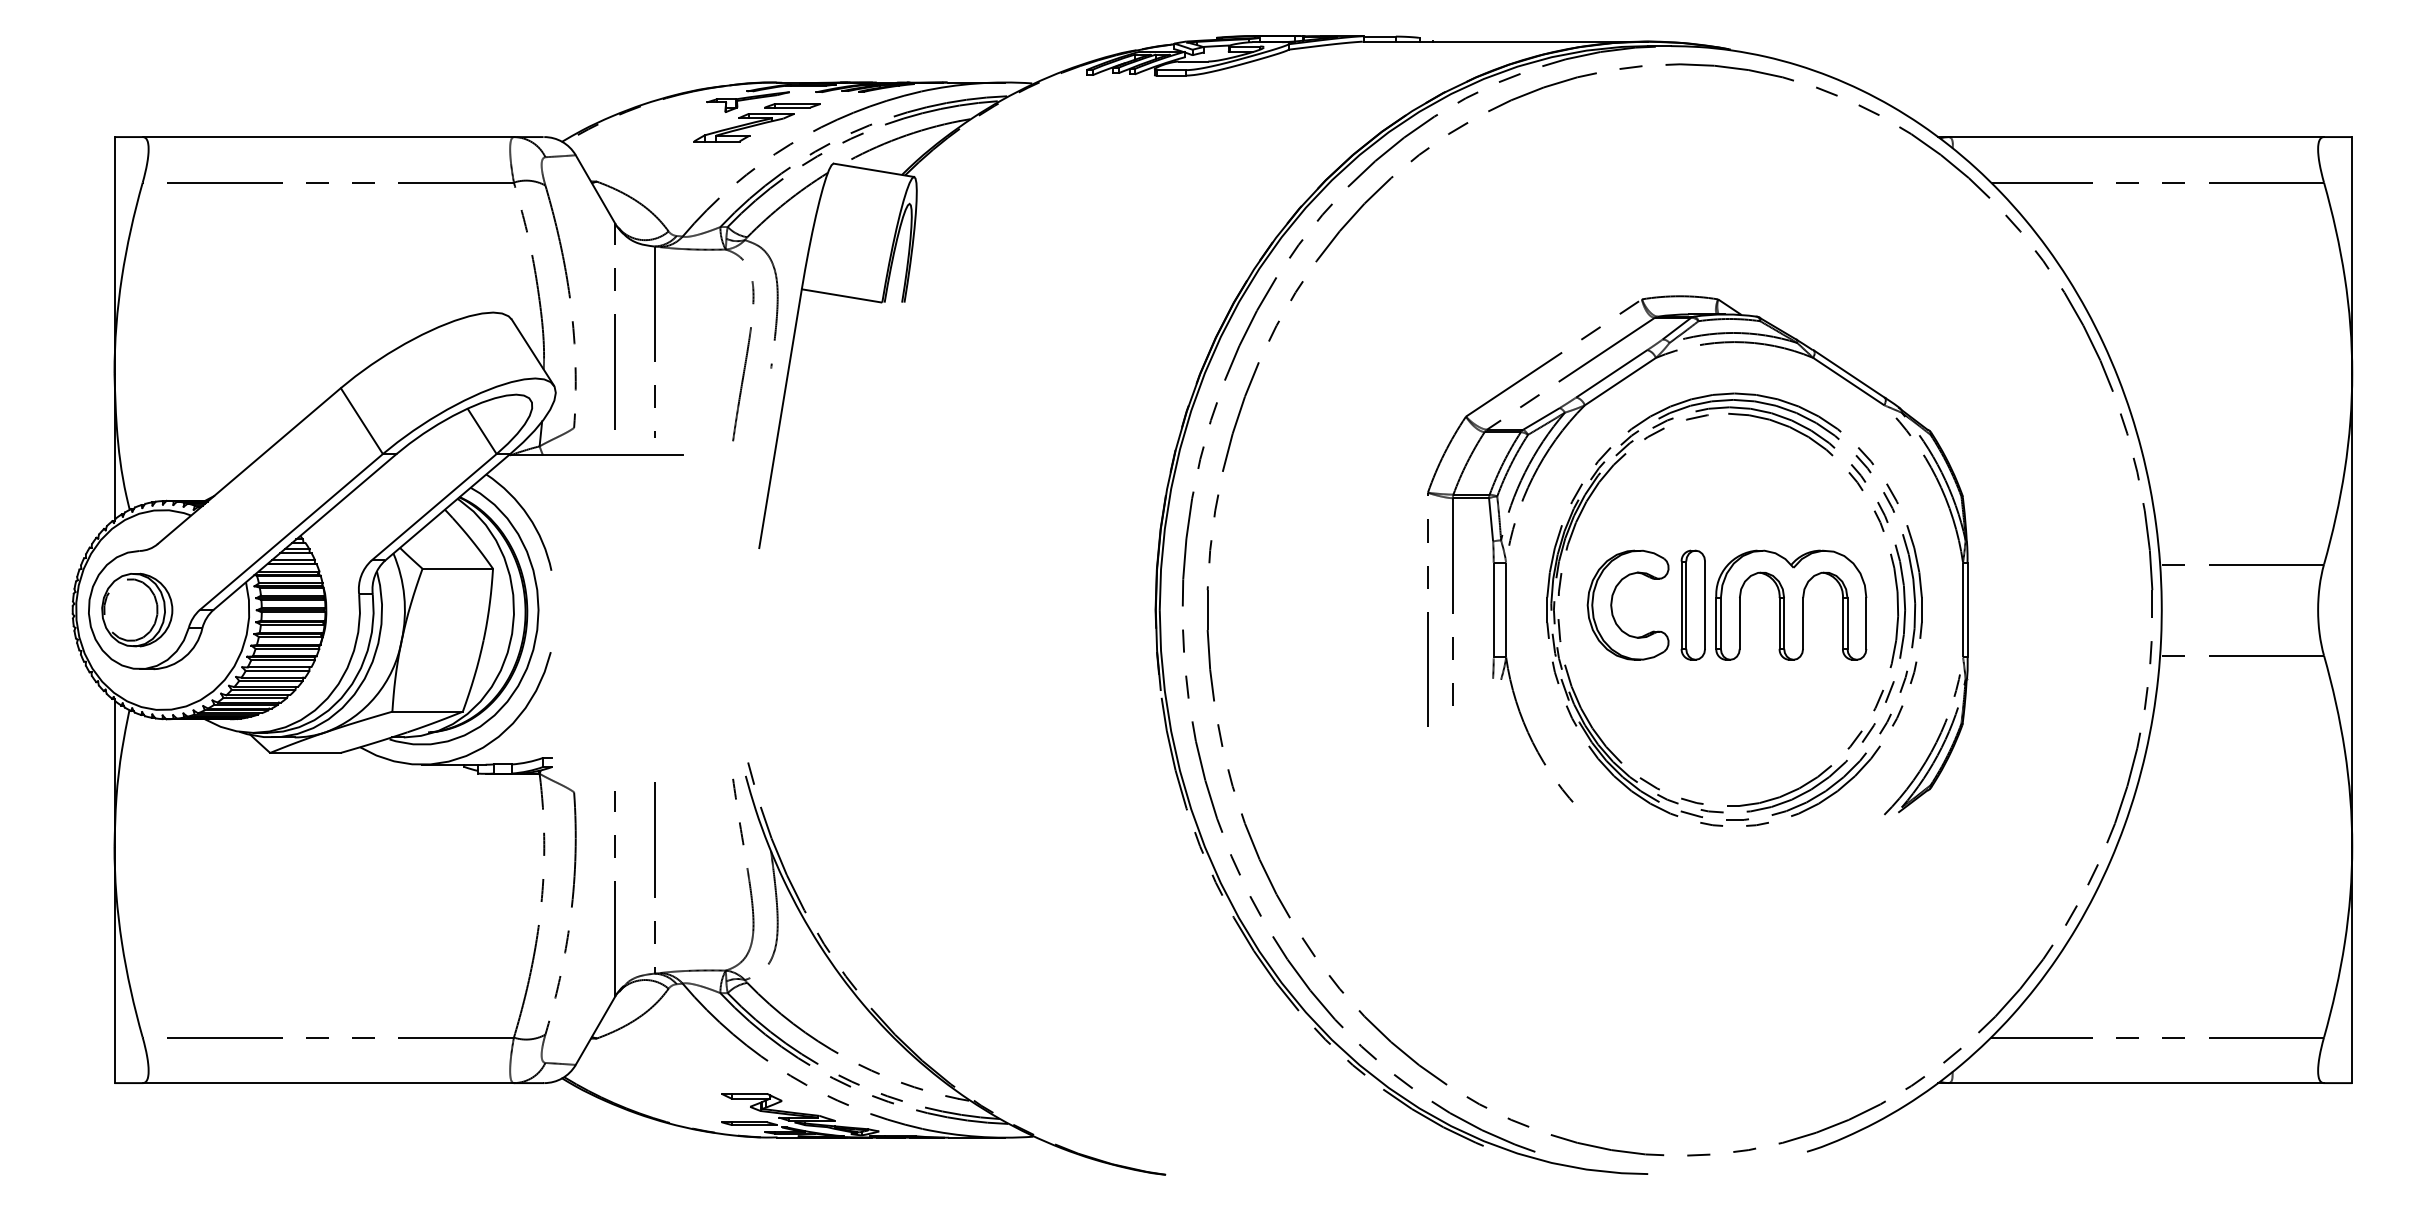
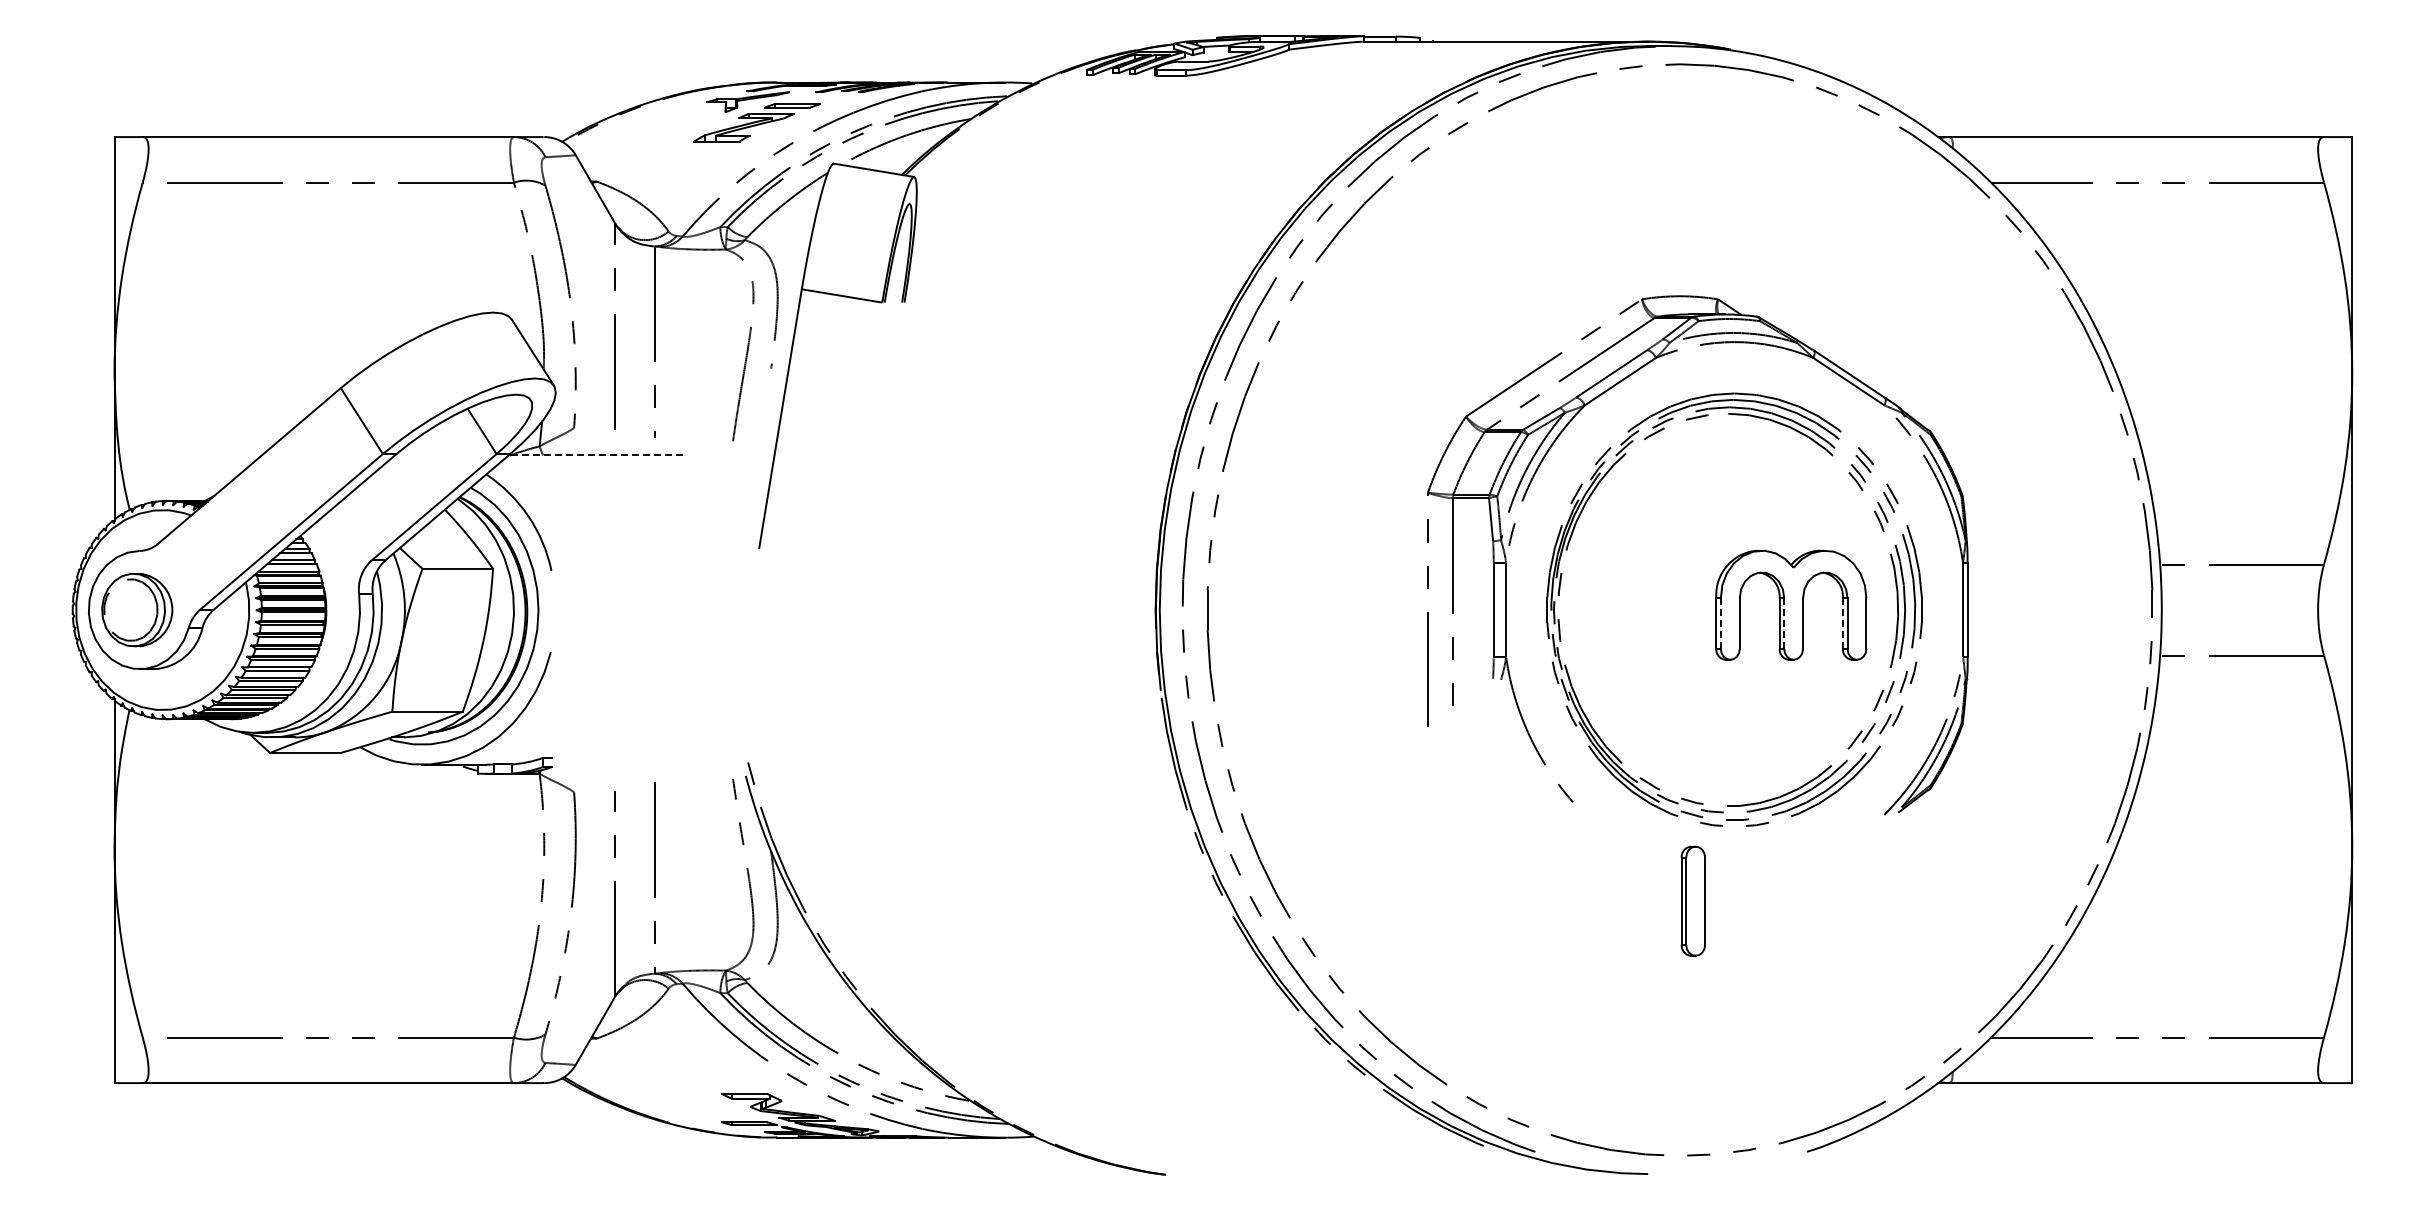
line at (595, 455): solid -> dashed
part at (1612, 604): present -> none
part at (1692, 604) position: (1692, 604) -> (1692, 900)
line at (1720, 624): solid -> dashed
line at (1784, 624): solid -> dashed
line at (1842, 624): solid -> dashed
